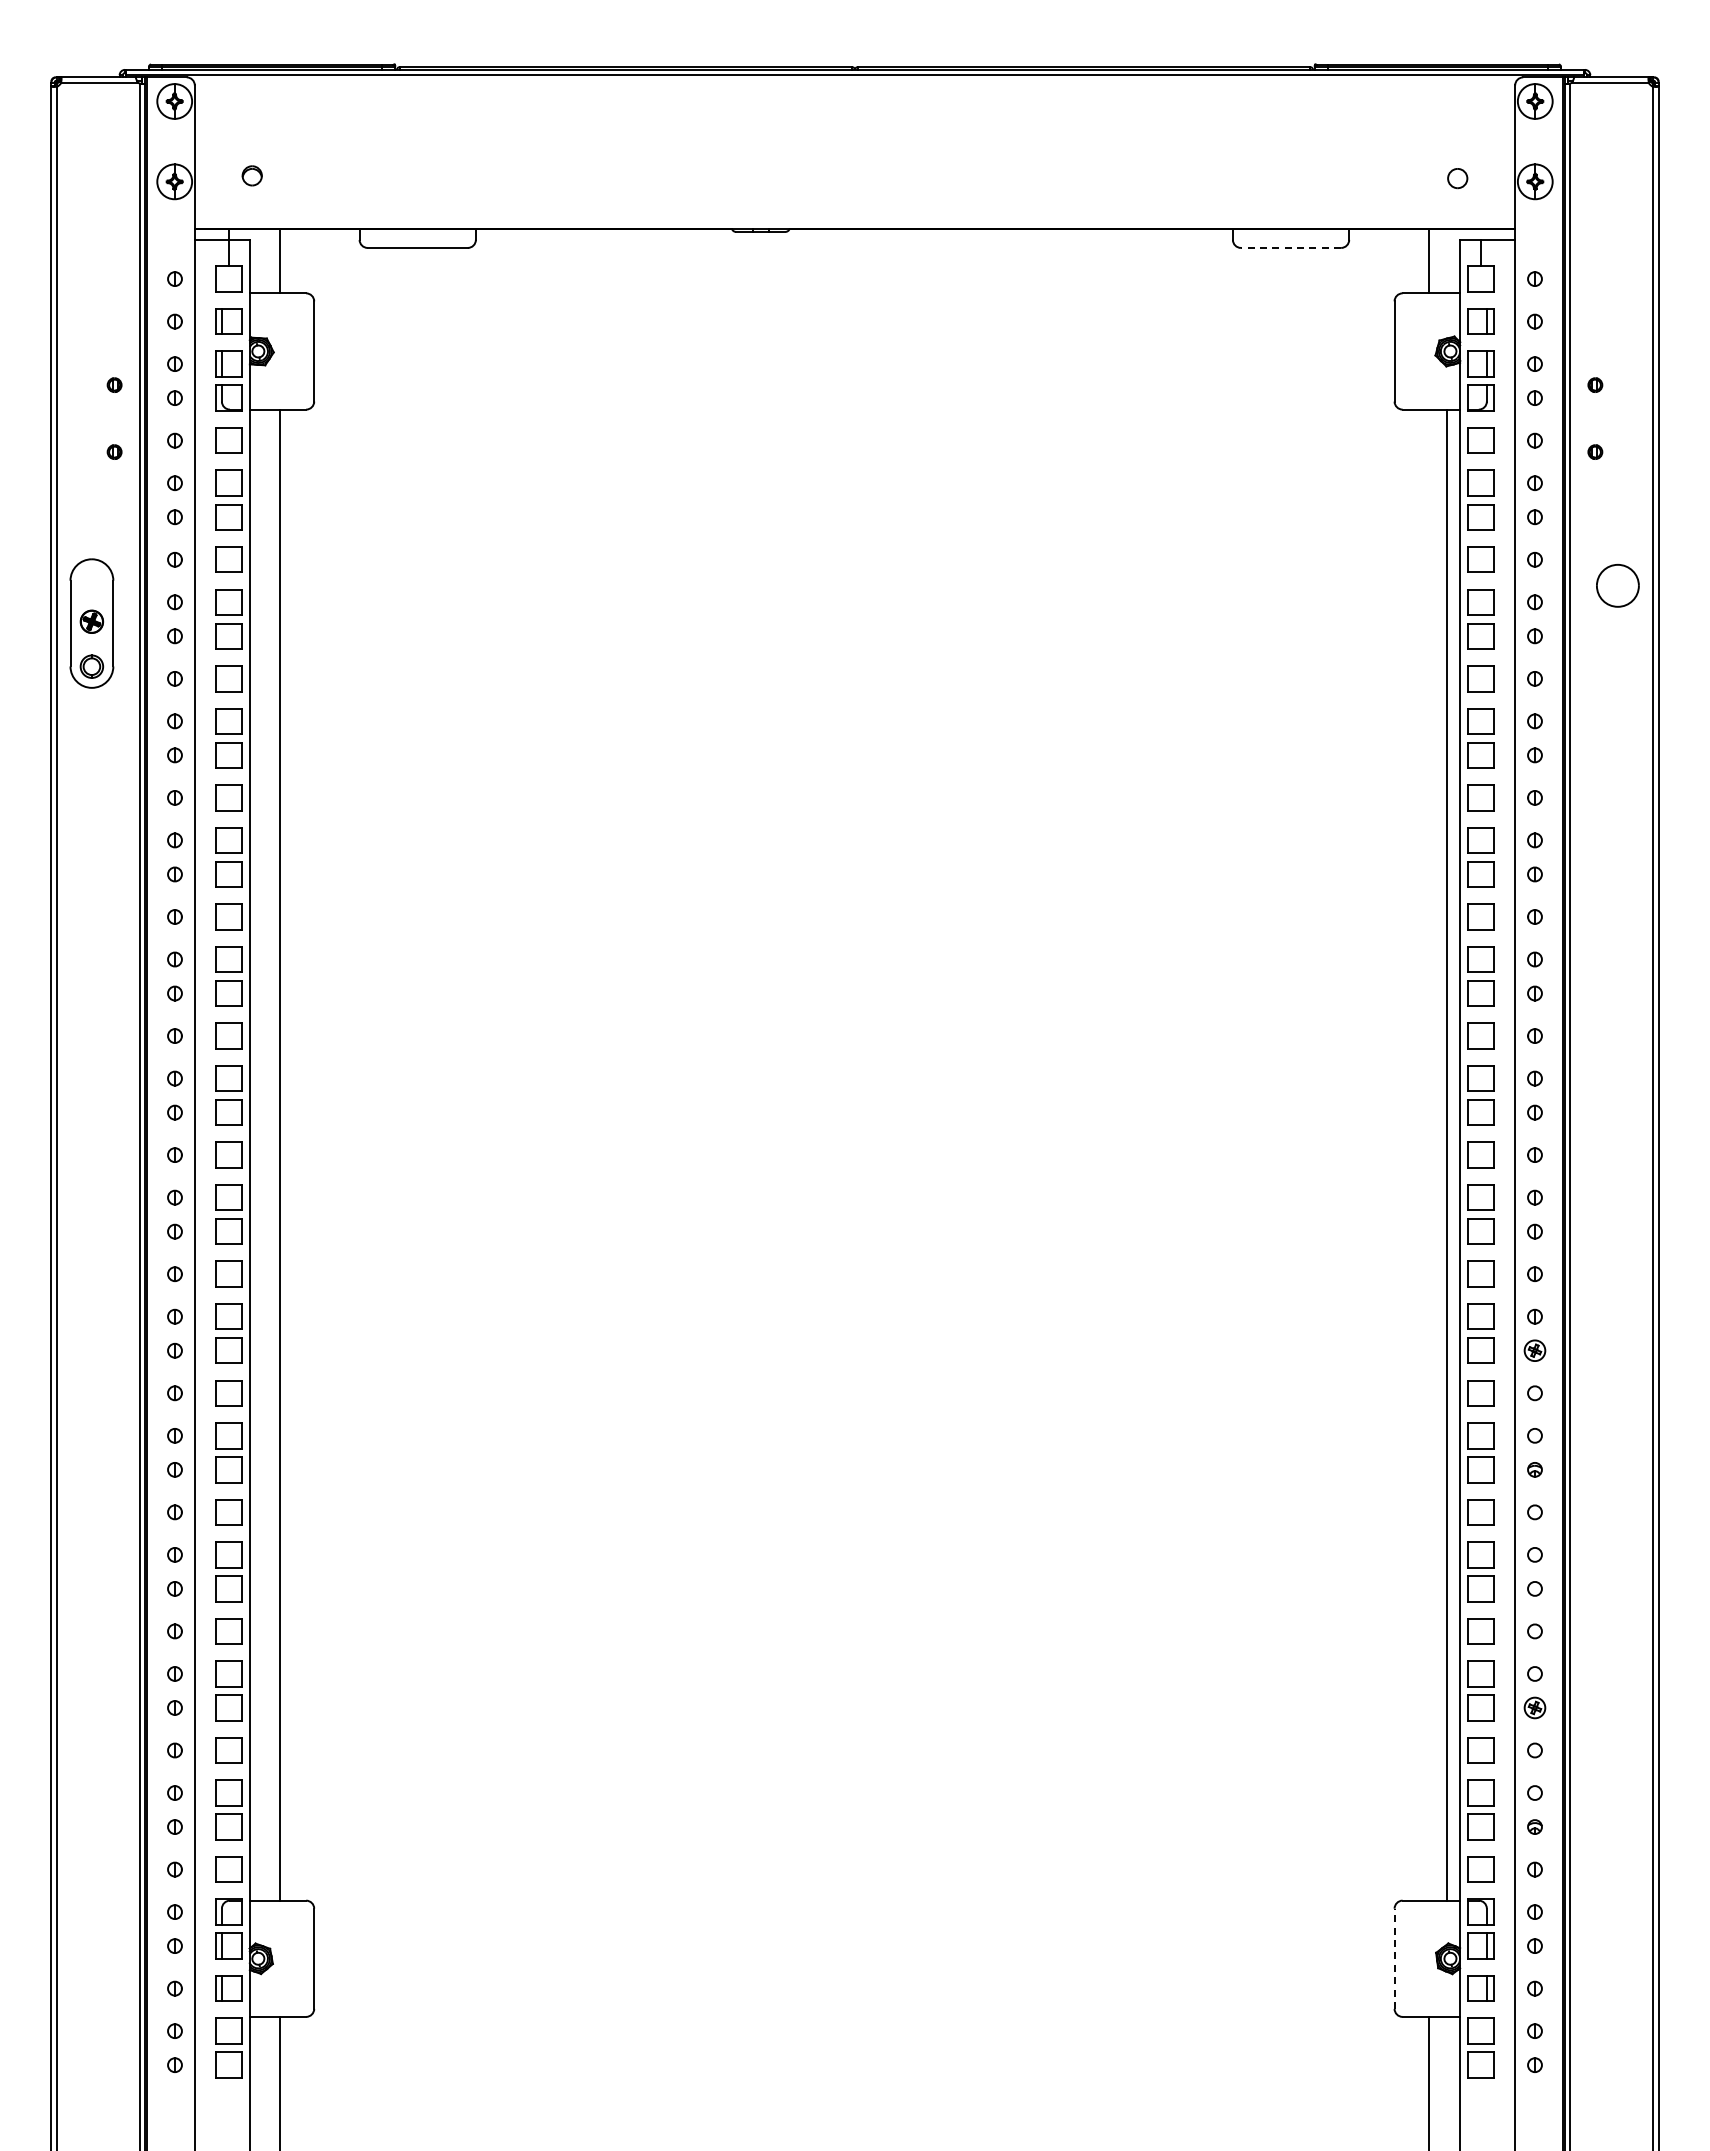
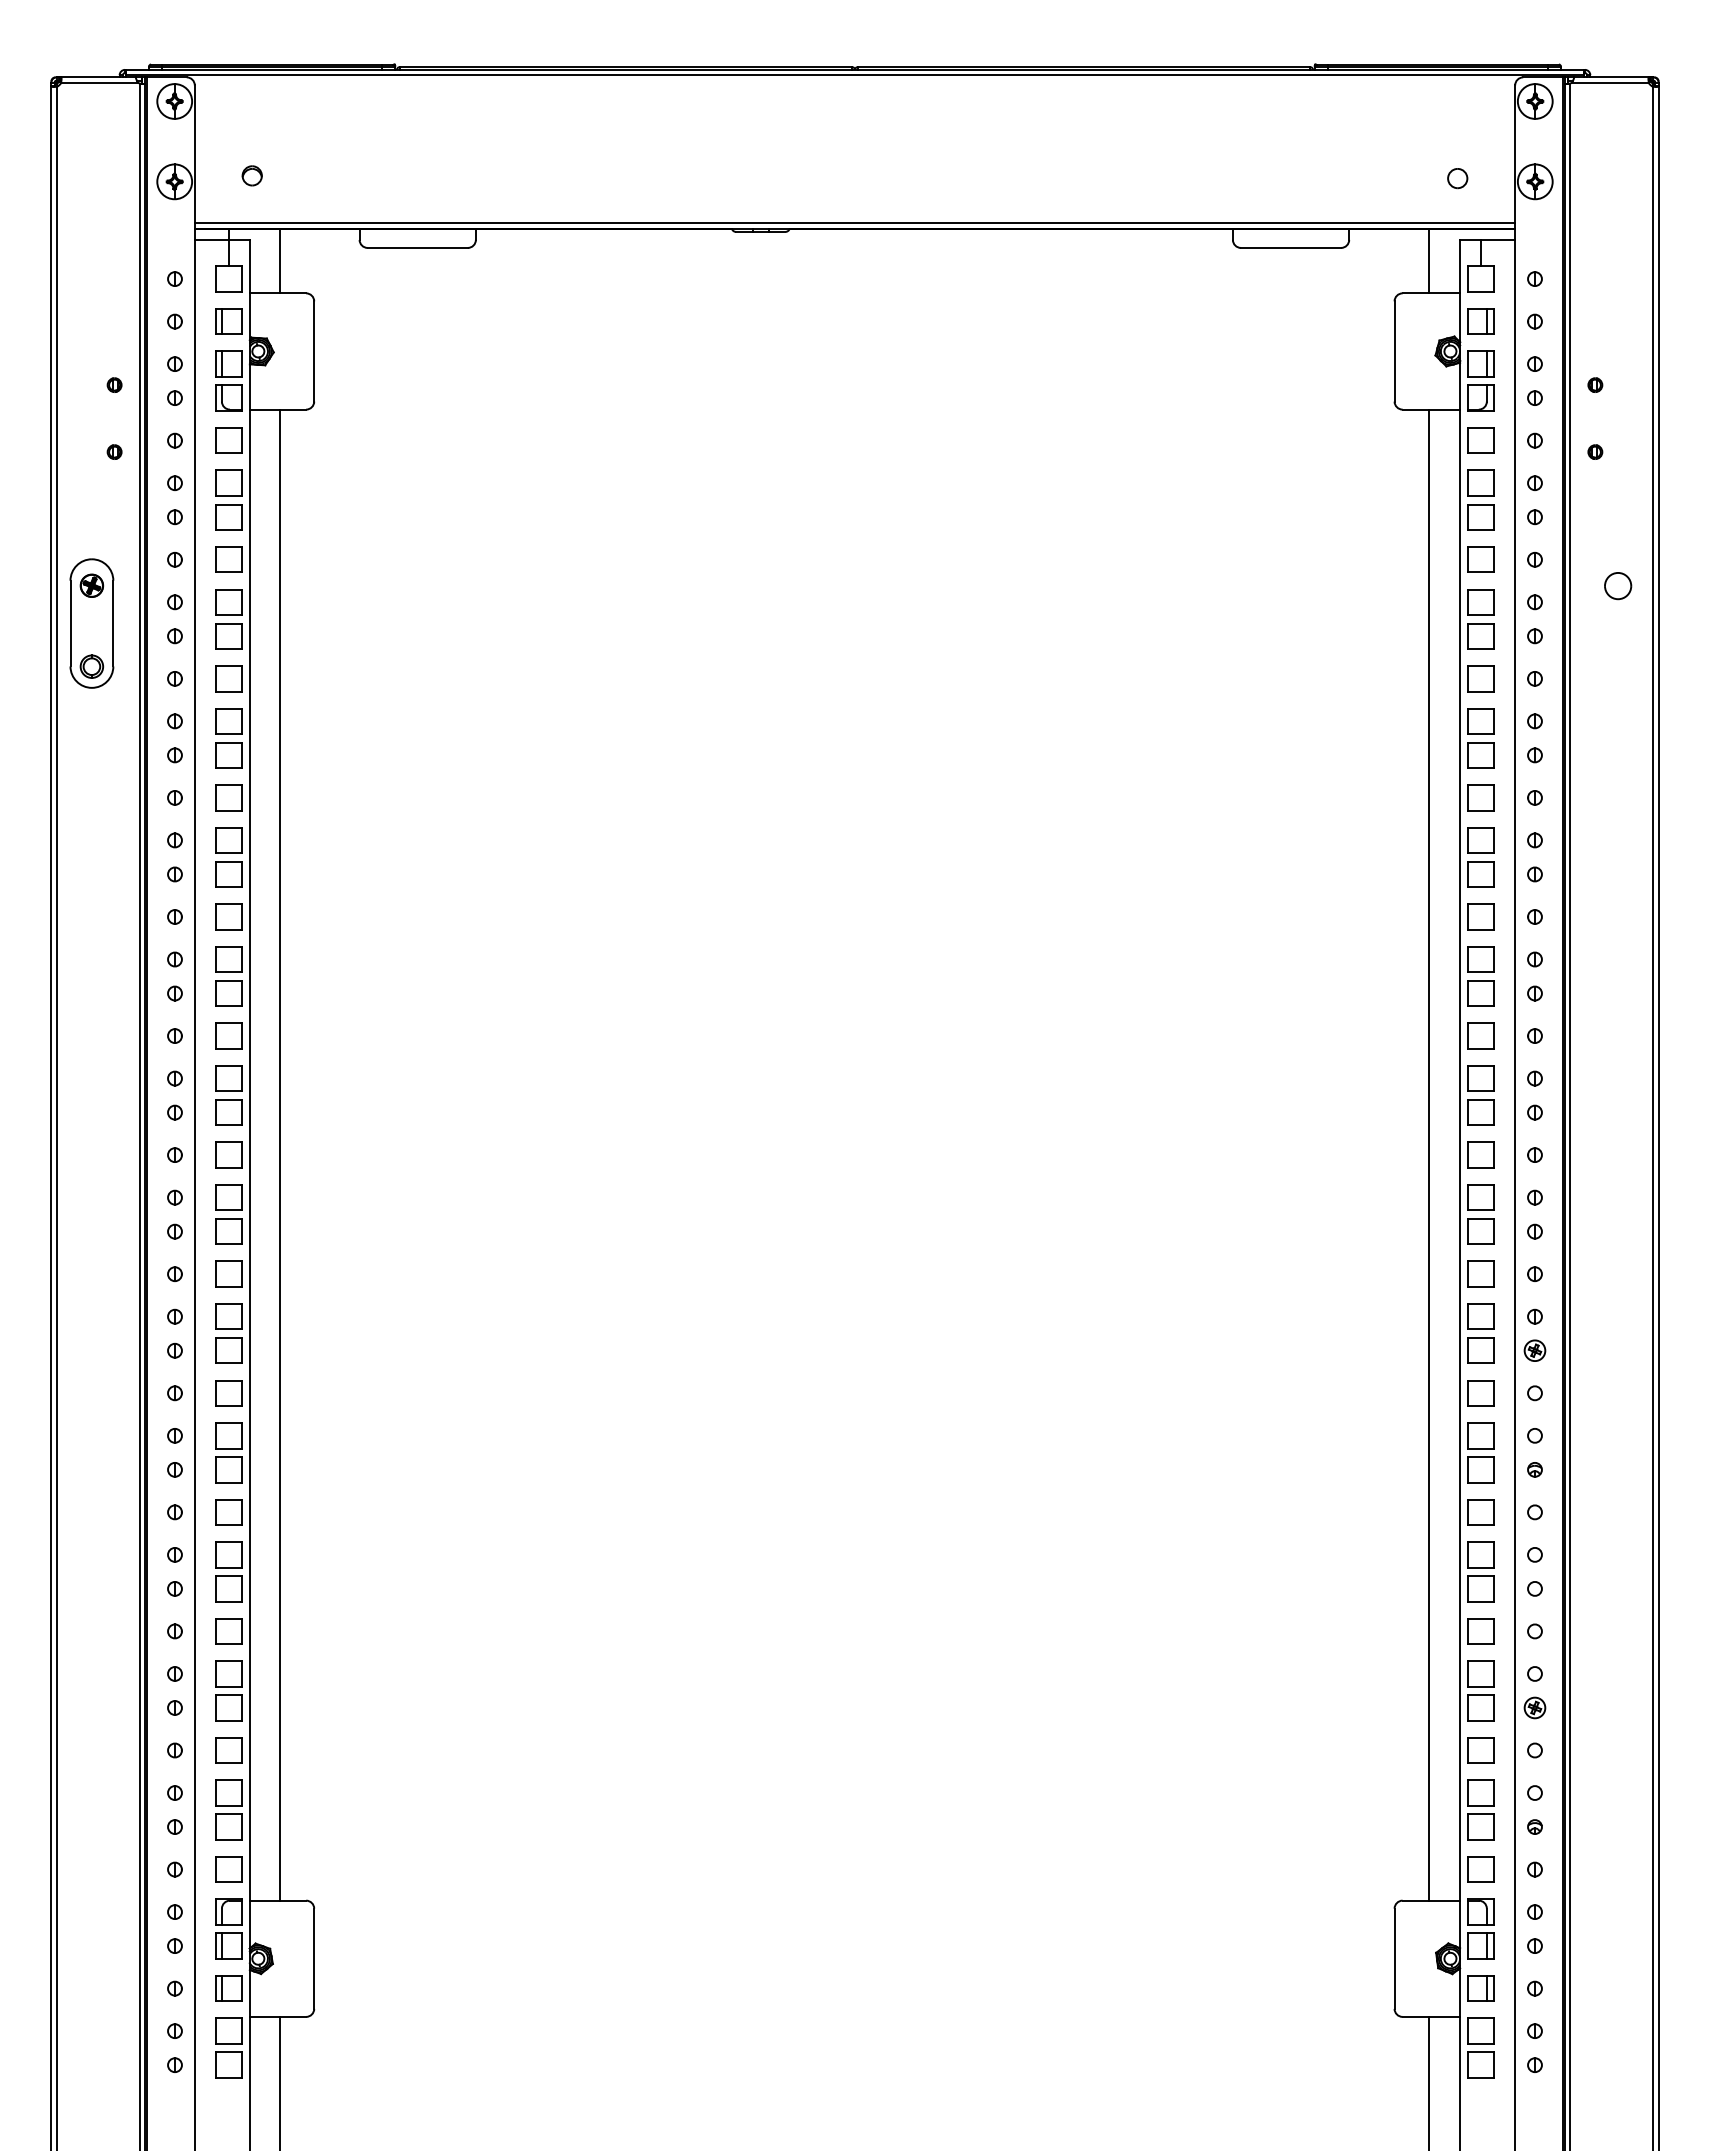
line at (854, 223): none -> present
line at (1290, 247): dashed -> solid
part at (1617, 585) size: 44x44 px -> 29x29 px
part at (91, 621) position: (91, 621) -> (91, 585)
line at (1447, 1154) position: (1447, 1154) -> (1429, 1154)
line at (1394, 1958): dashed -> solid
